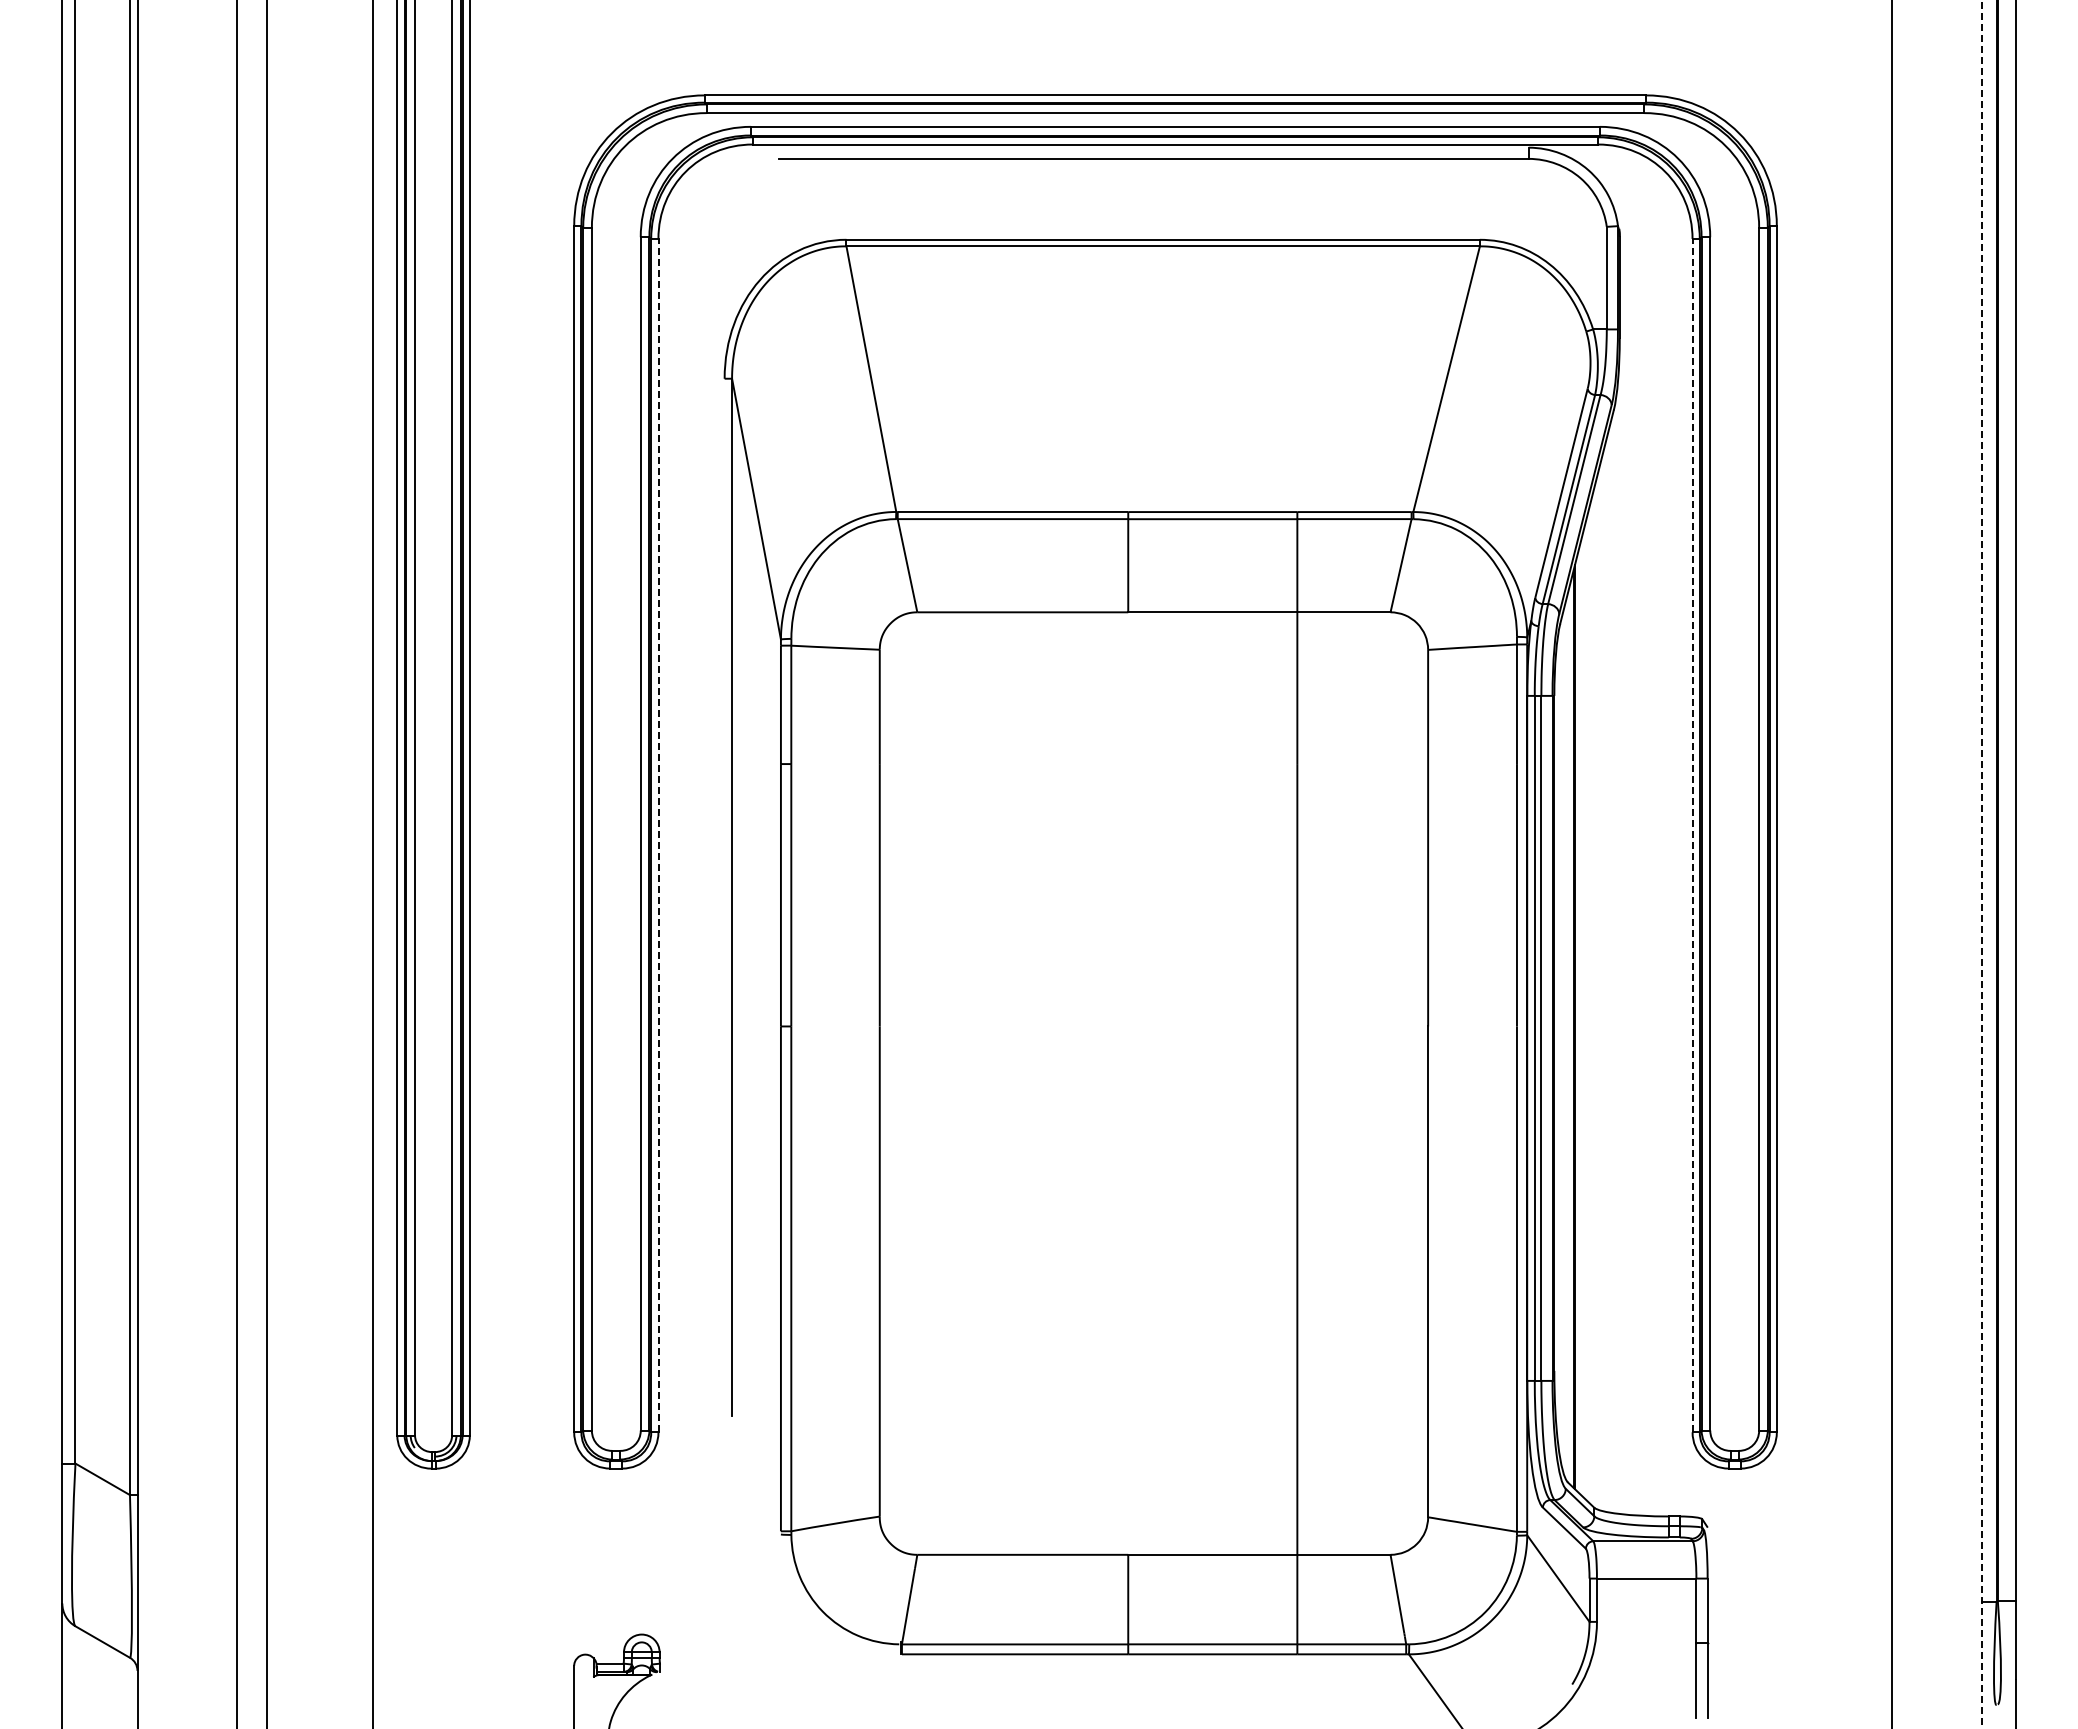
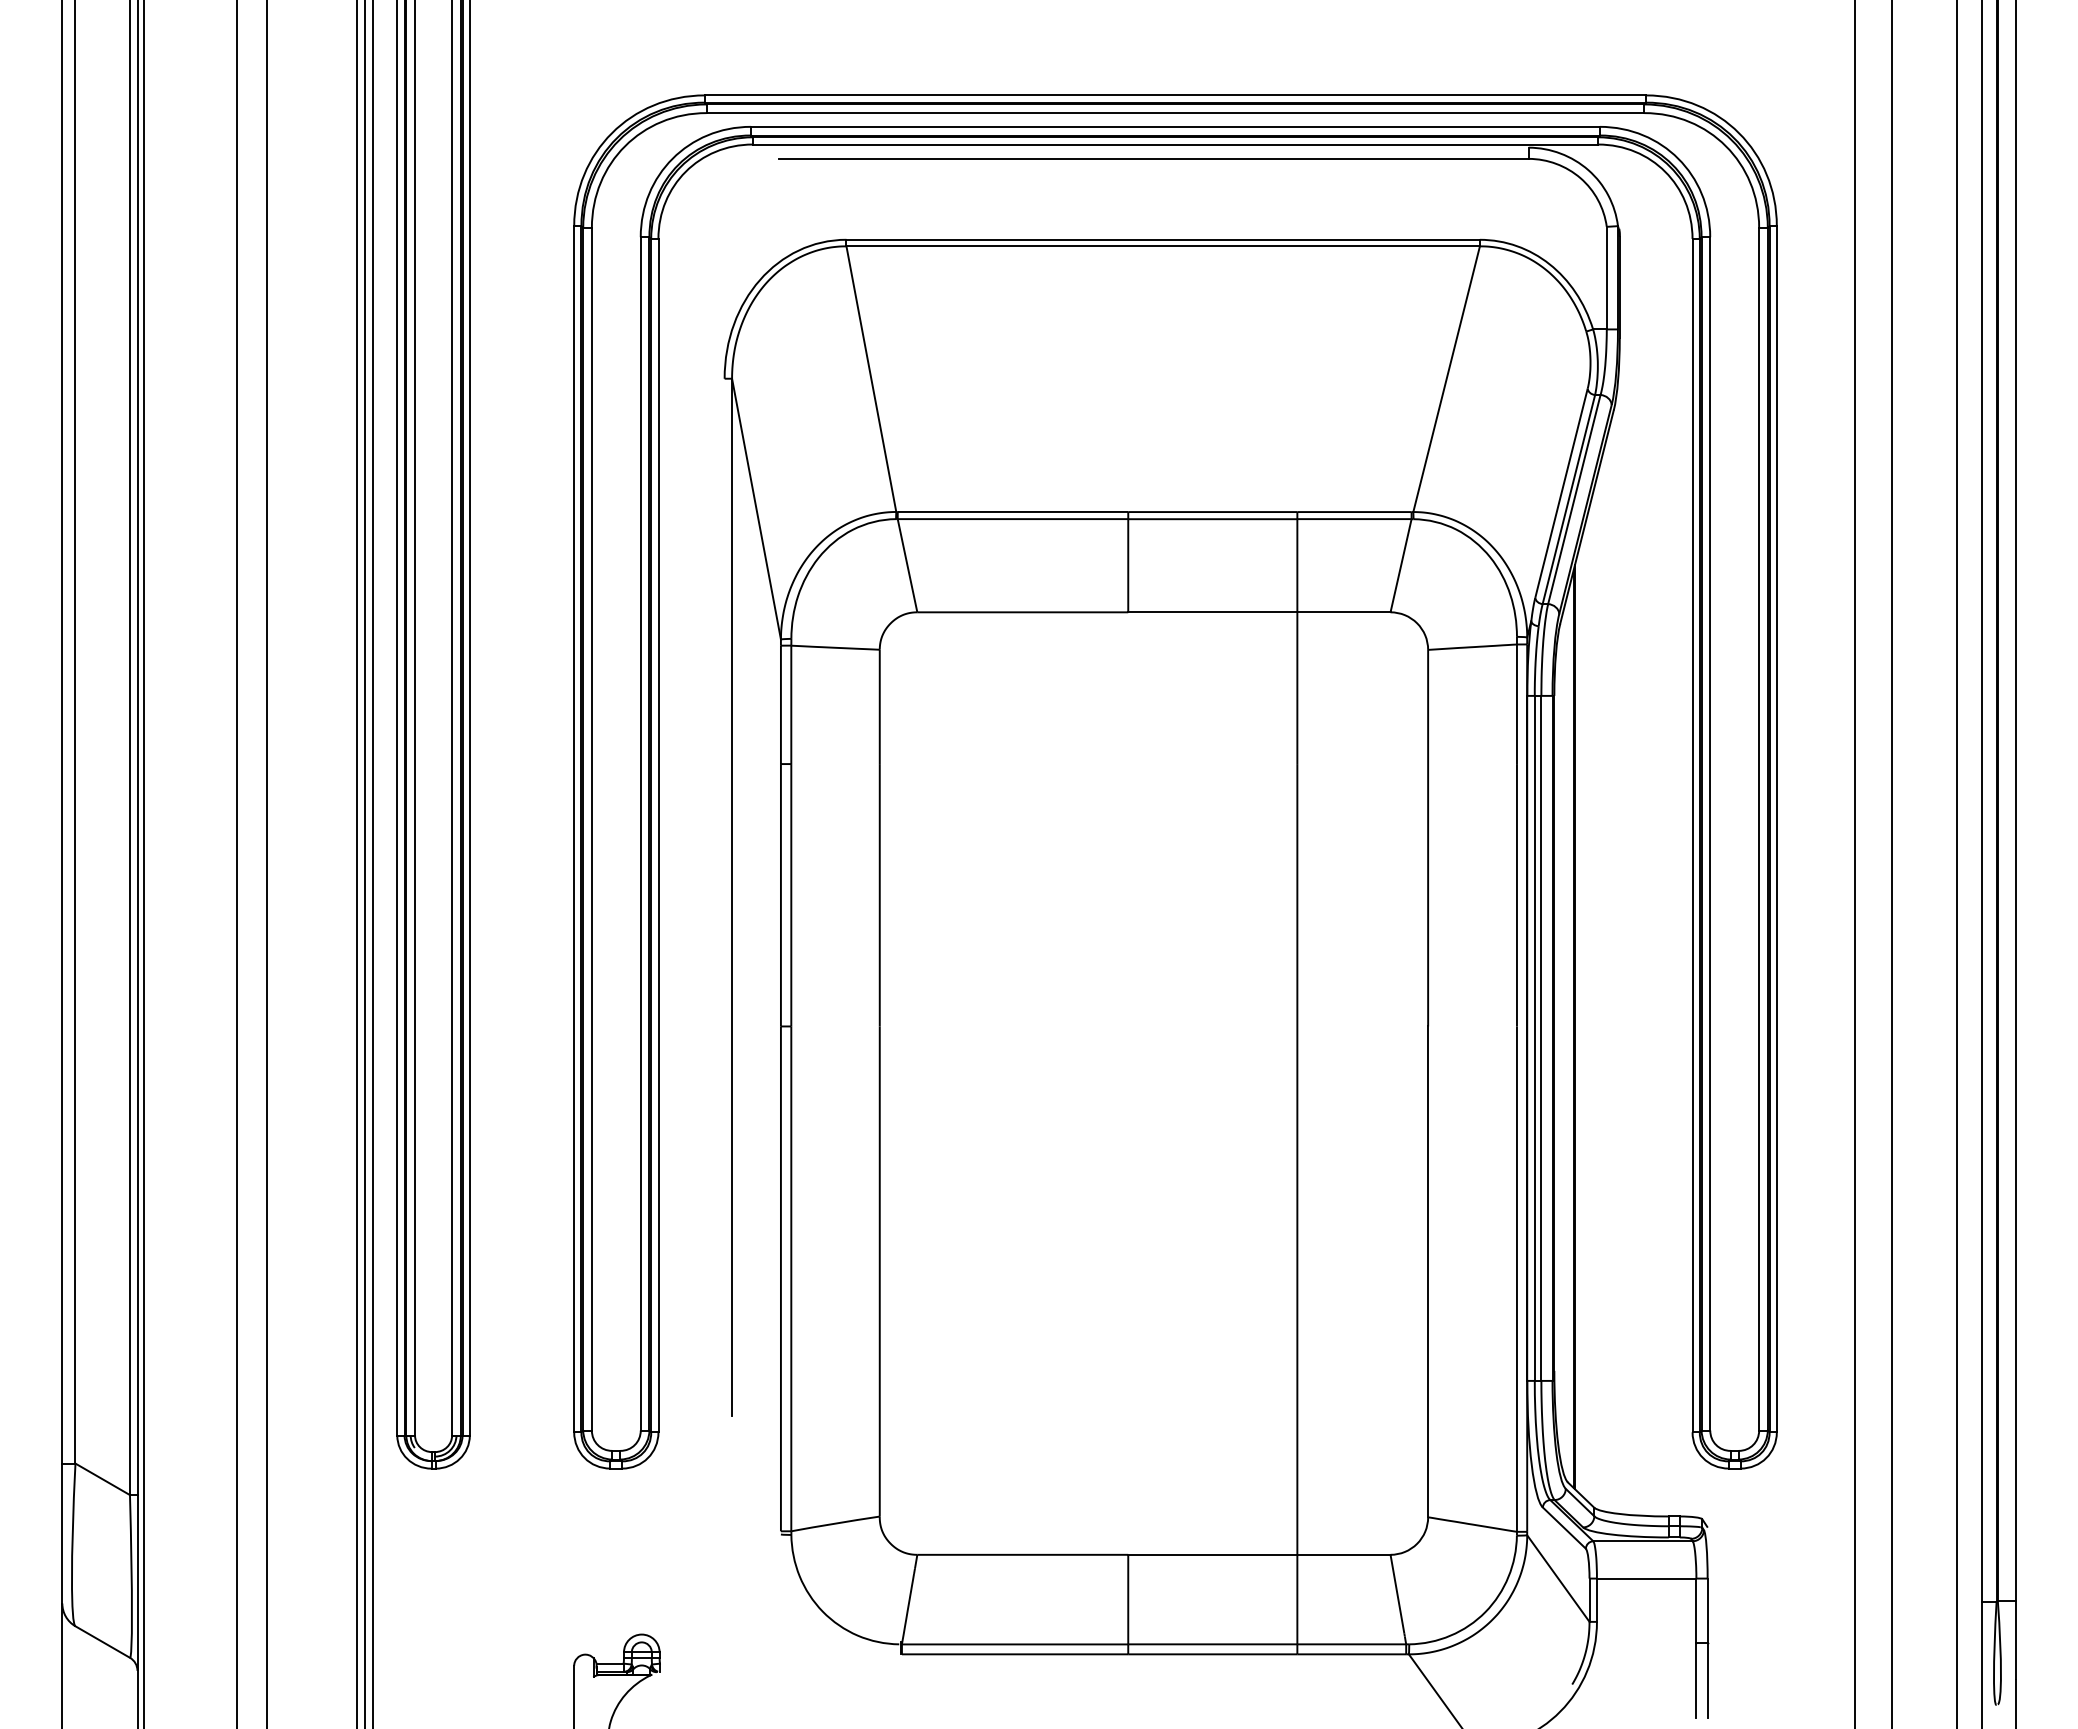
line at (658, 835): dashed -> solid
line at (1692, 835): dashed -> solid
line at (143, 863): none -> present
line at (357, 863): none -> present
line at (364, 863): none -> present
line at (1855, 863): none -> present
line at (1957, 863): none -> present
line at (1981, 864): dashed -> solid
